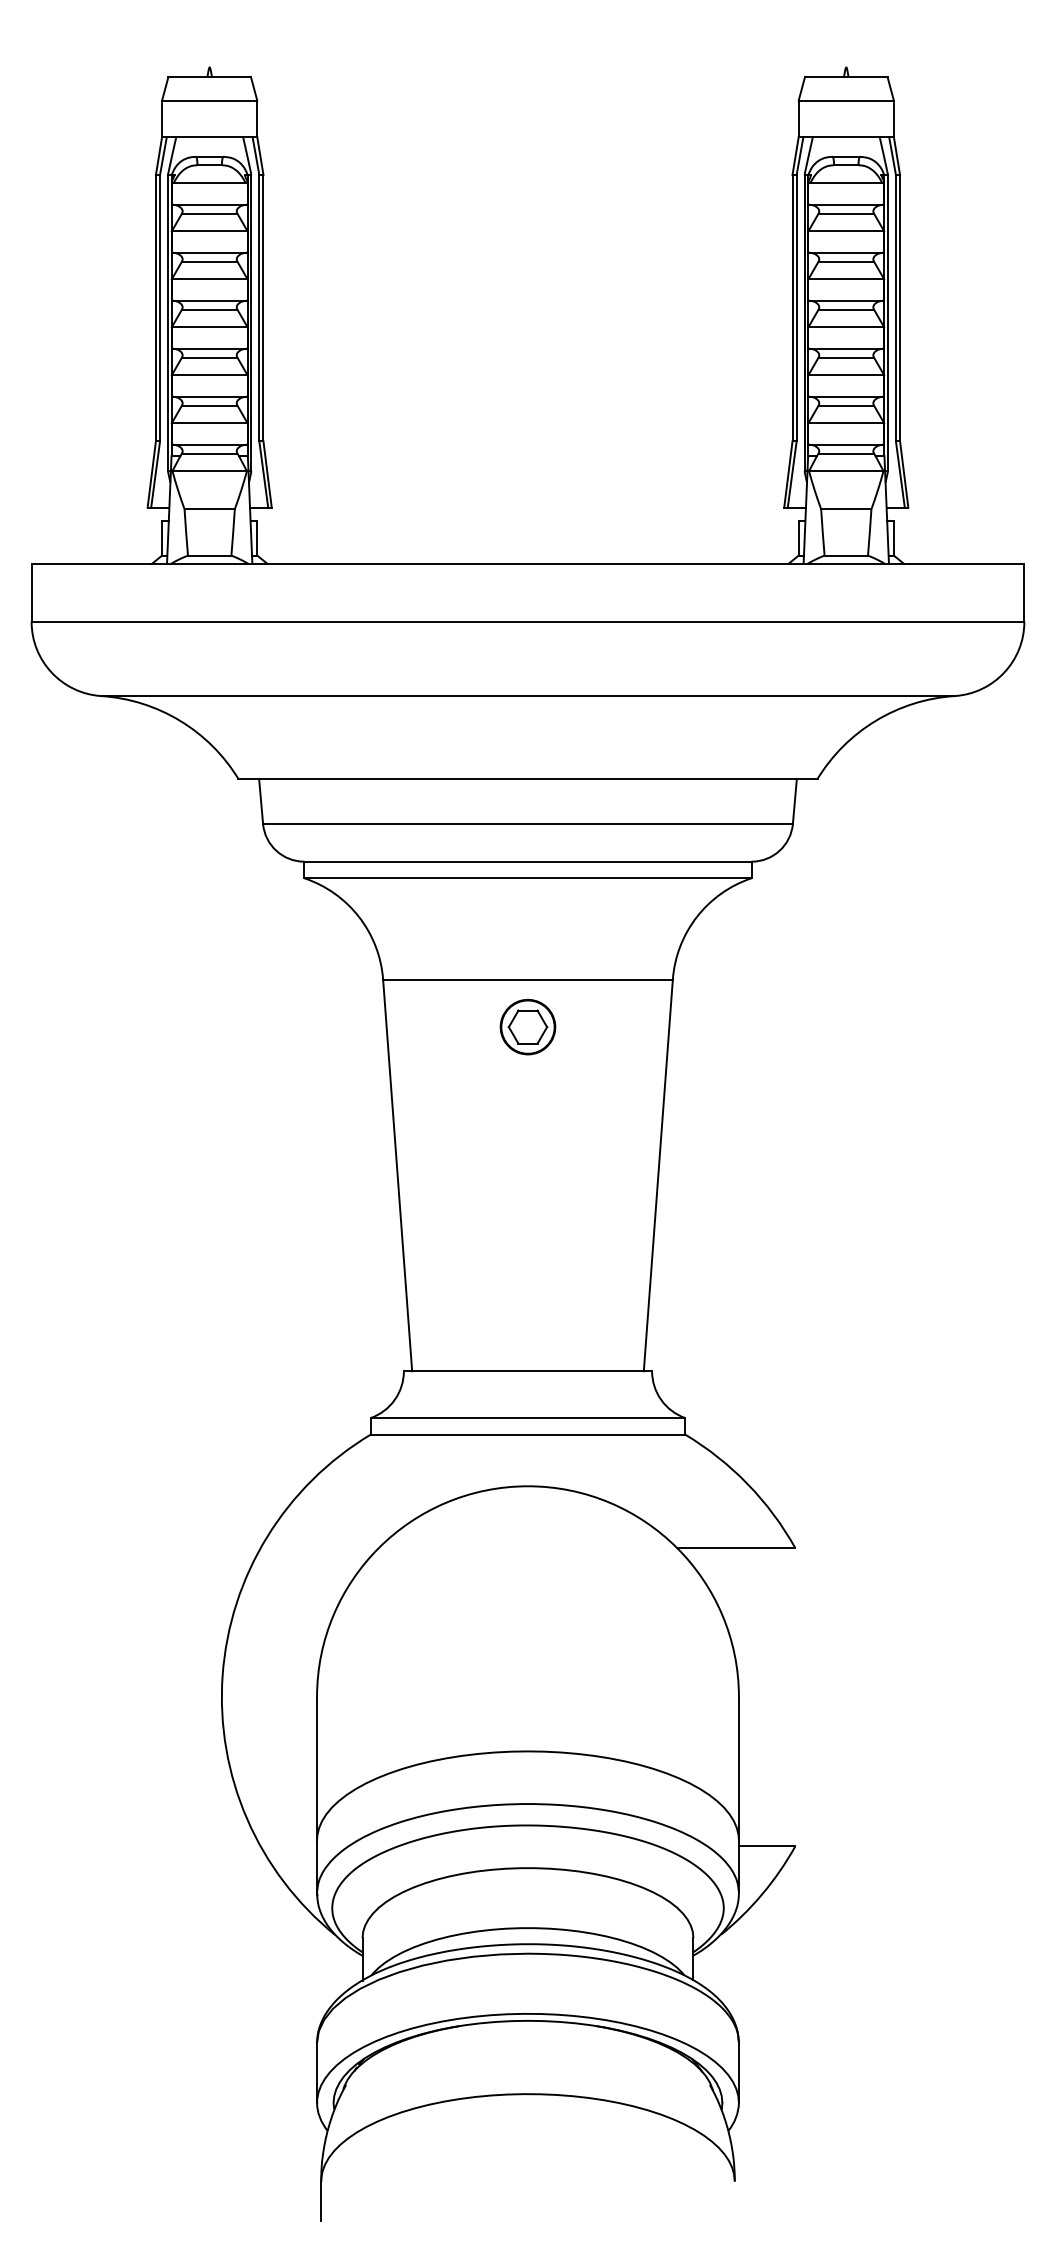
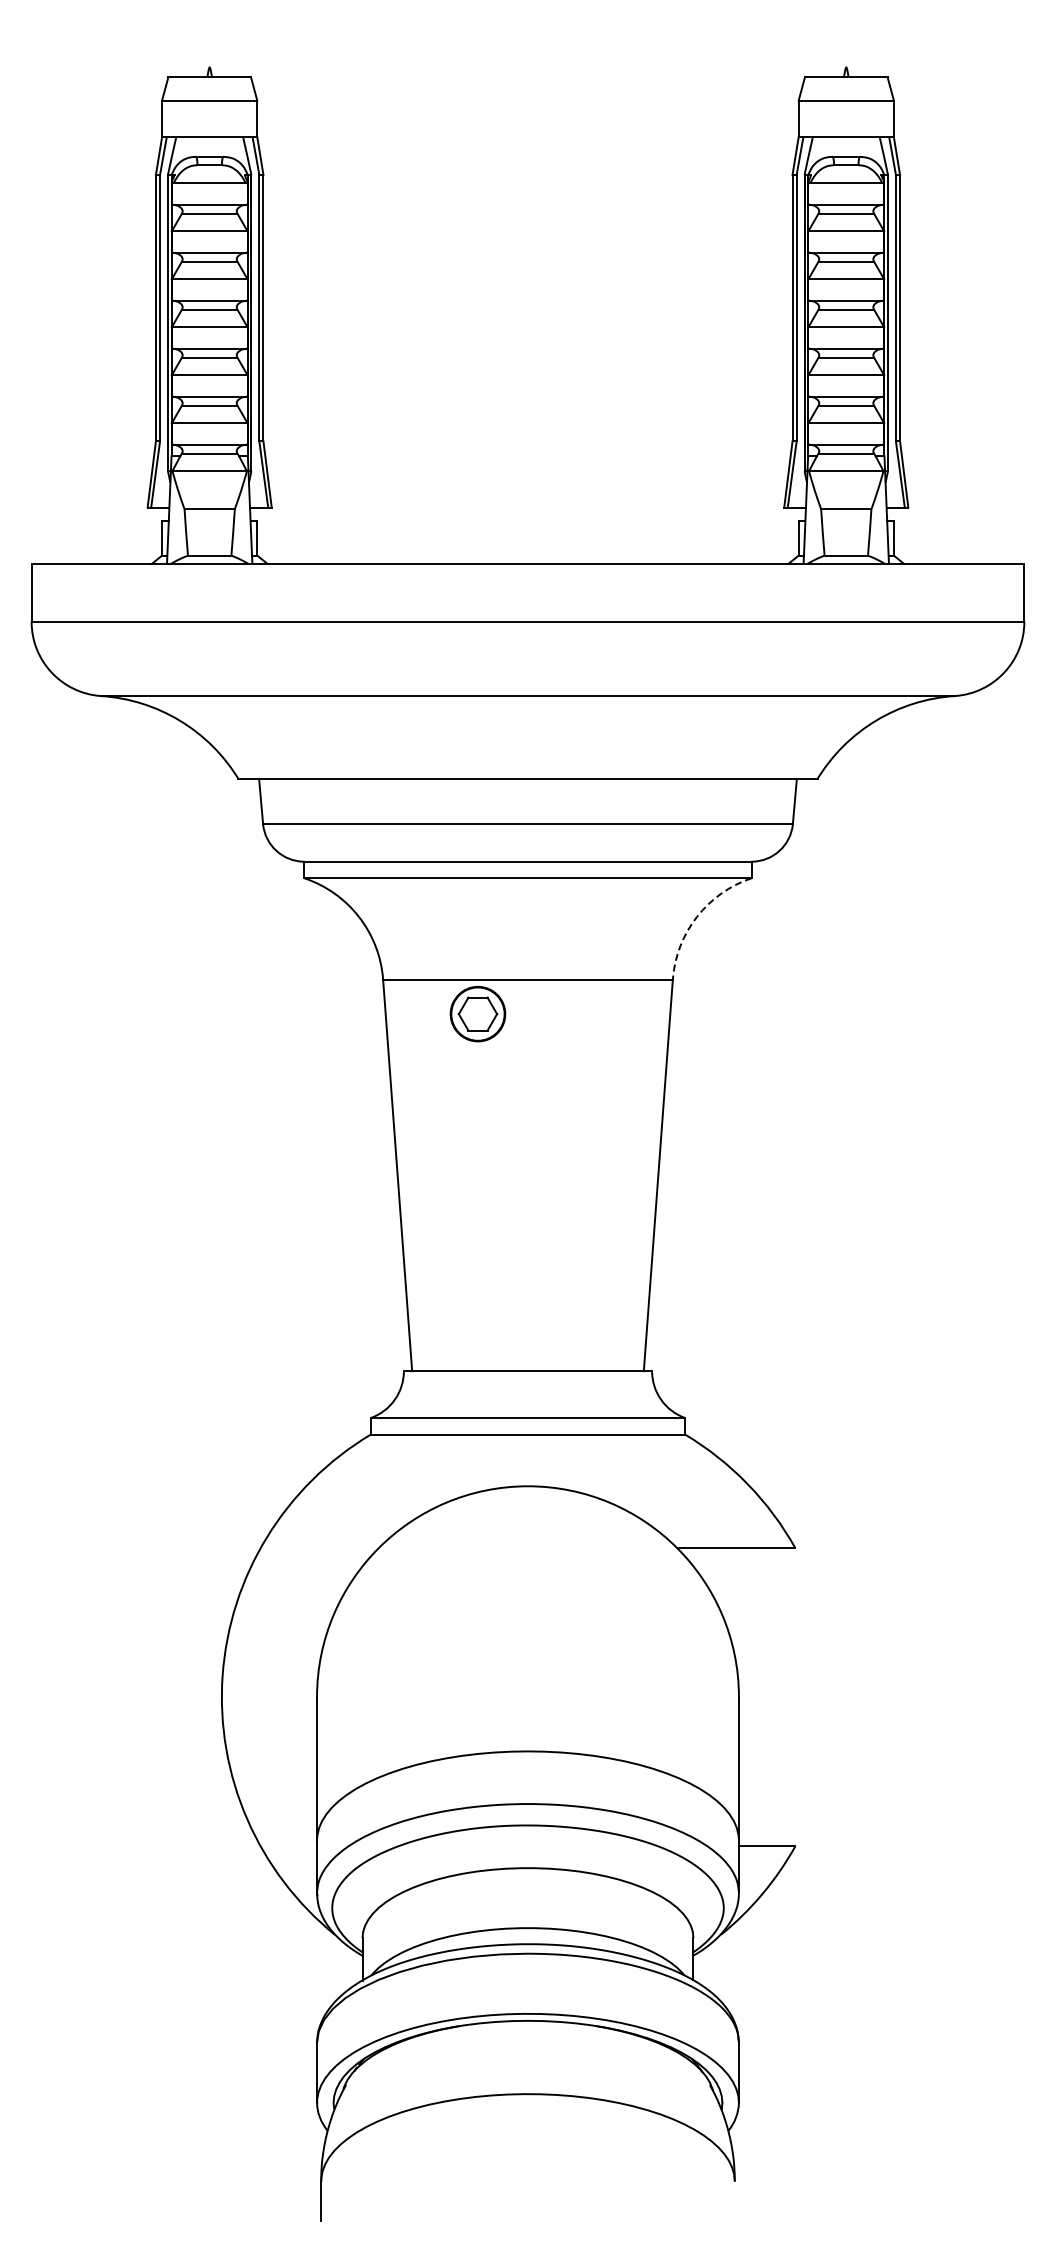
arc at (696, 916): solid -> dashed
part at (527, 1027) position: (527, 1027) -> (477, 1014)
